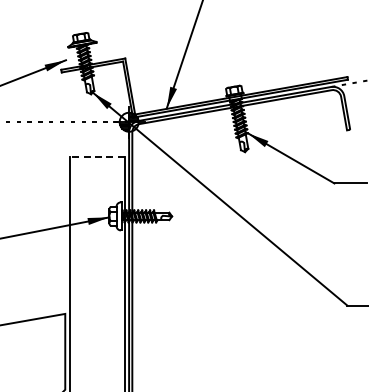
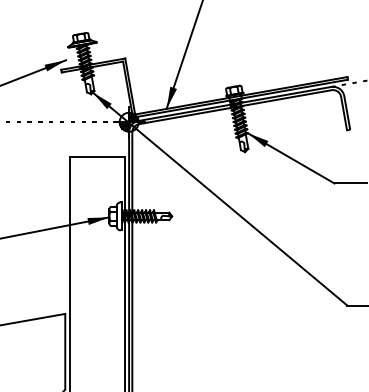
line at (96, 157): dashed -> solid
